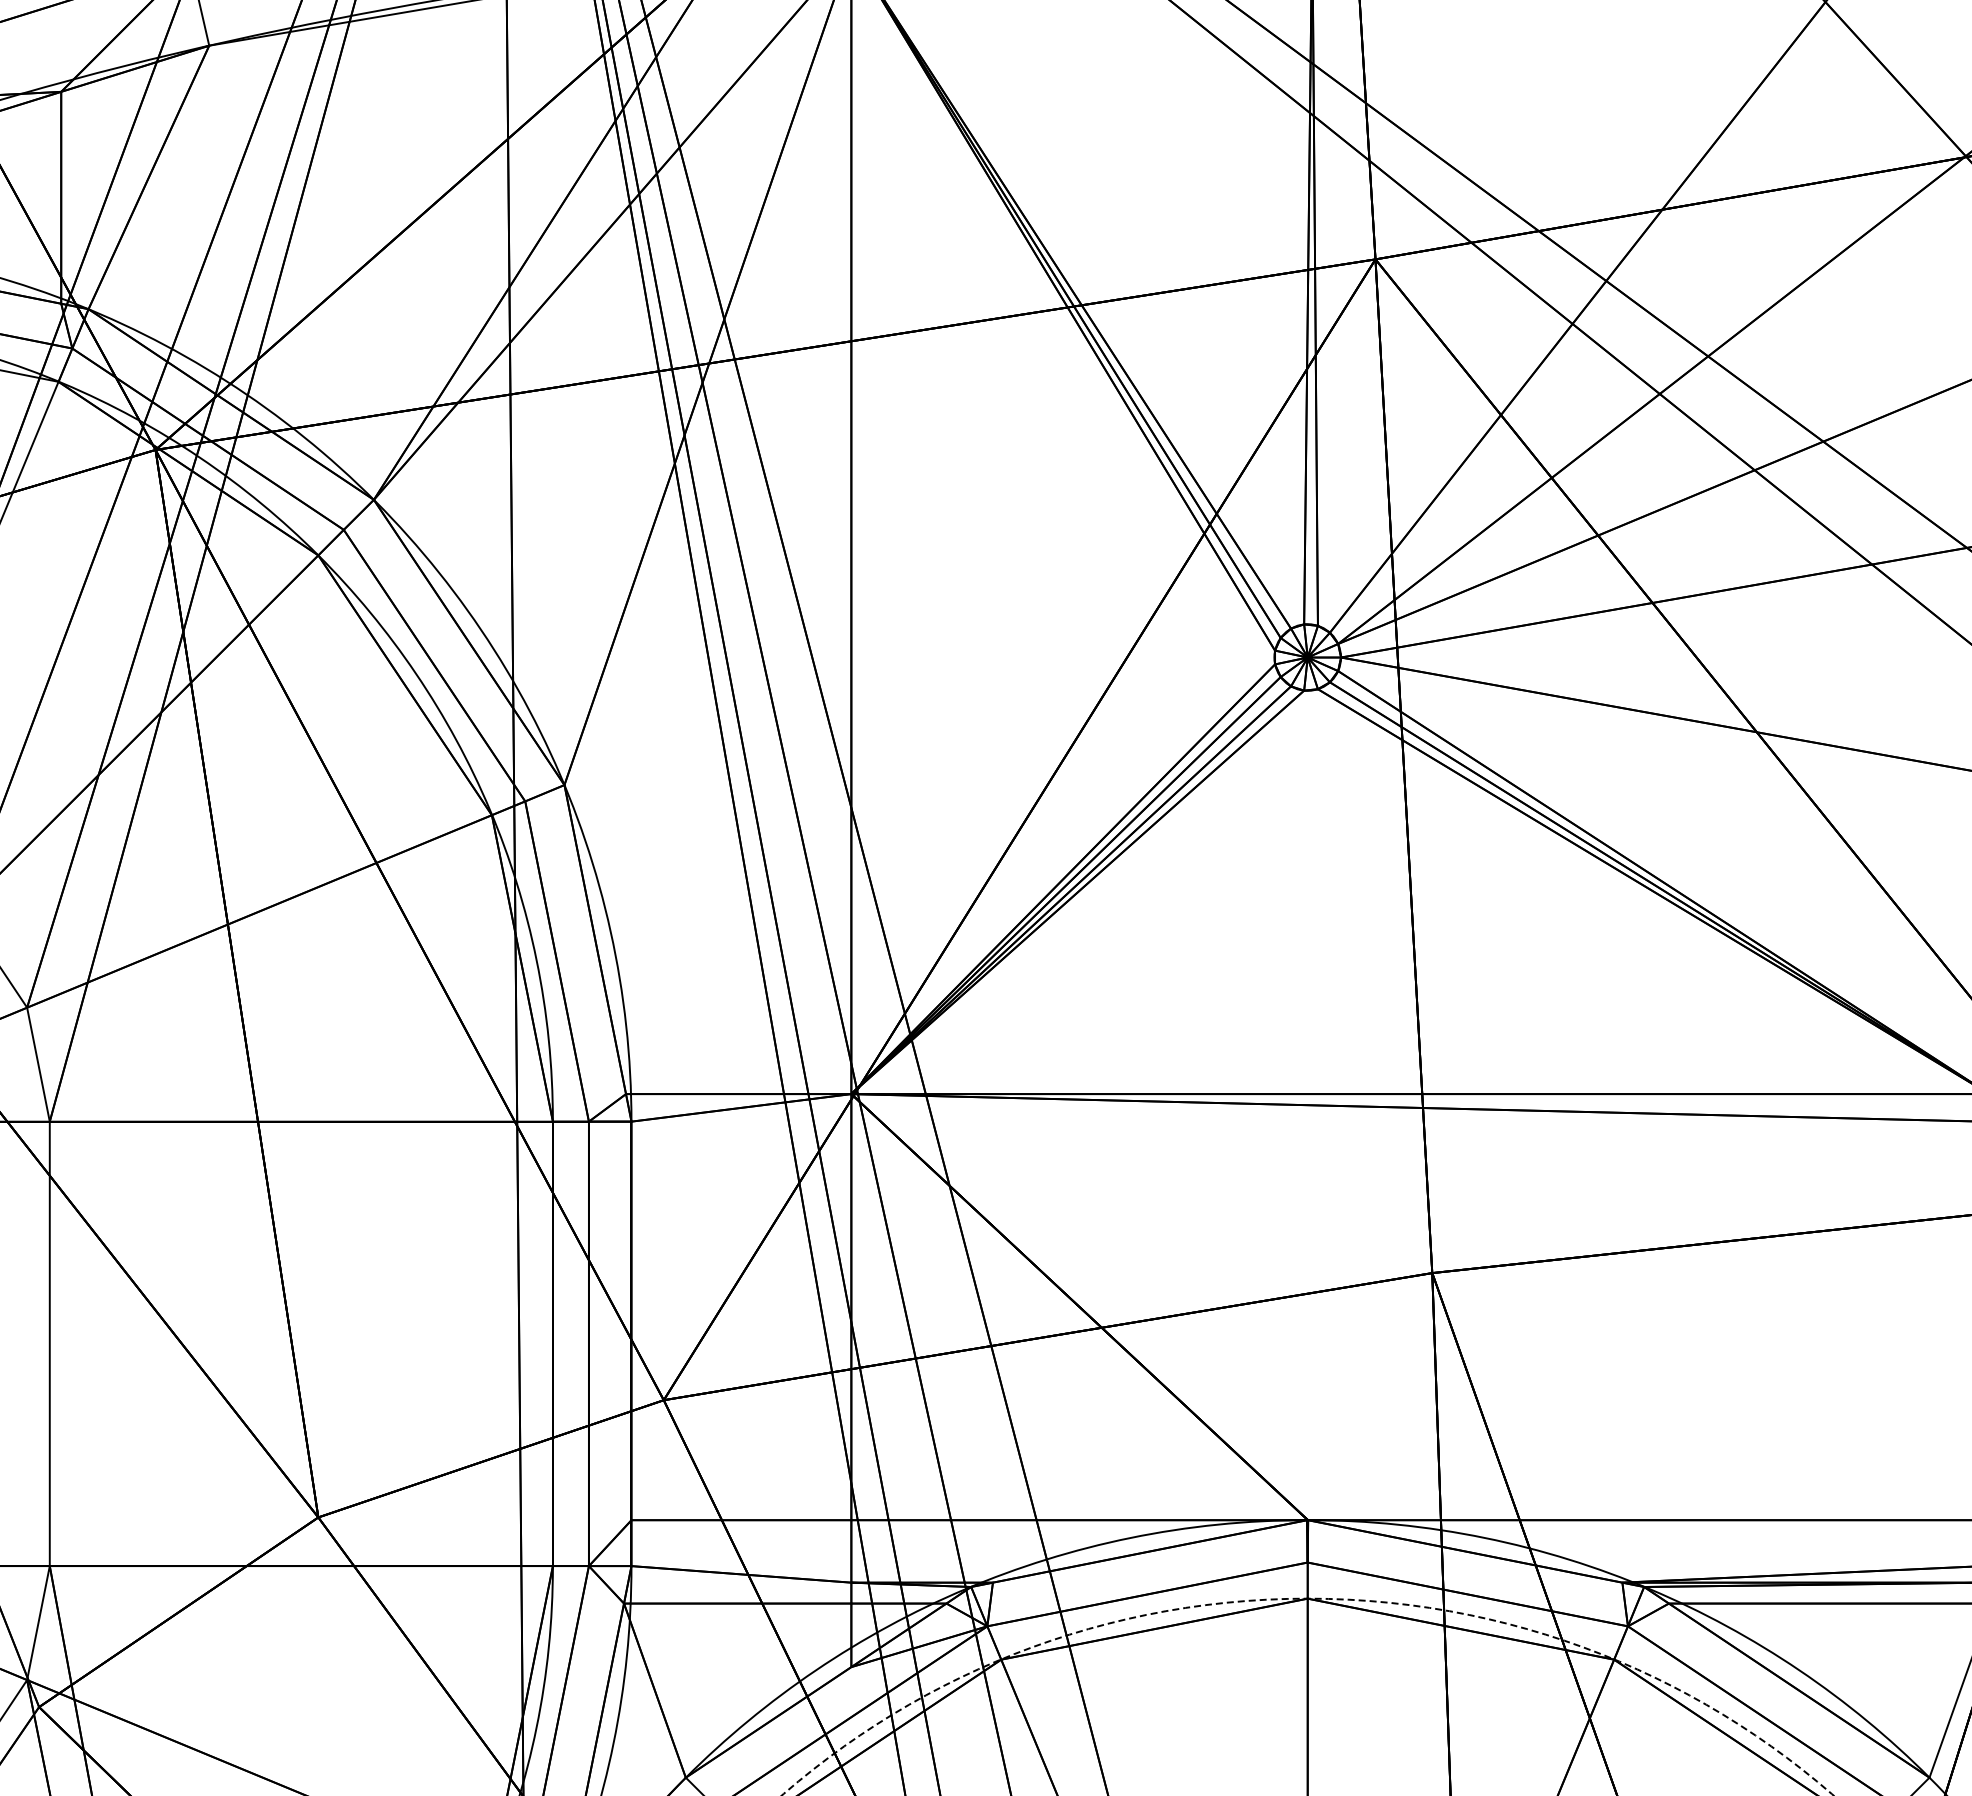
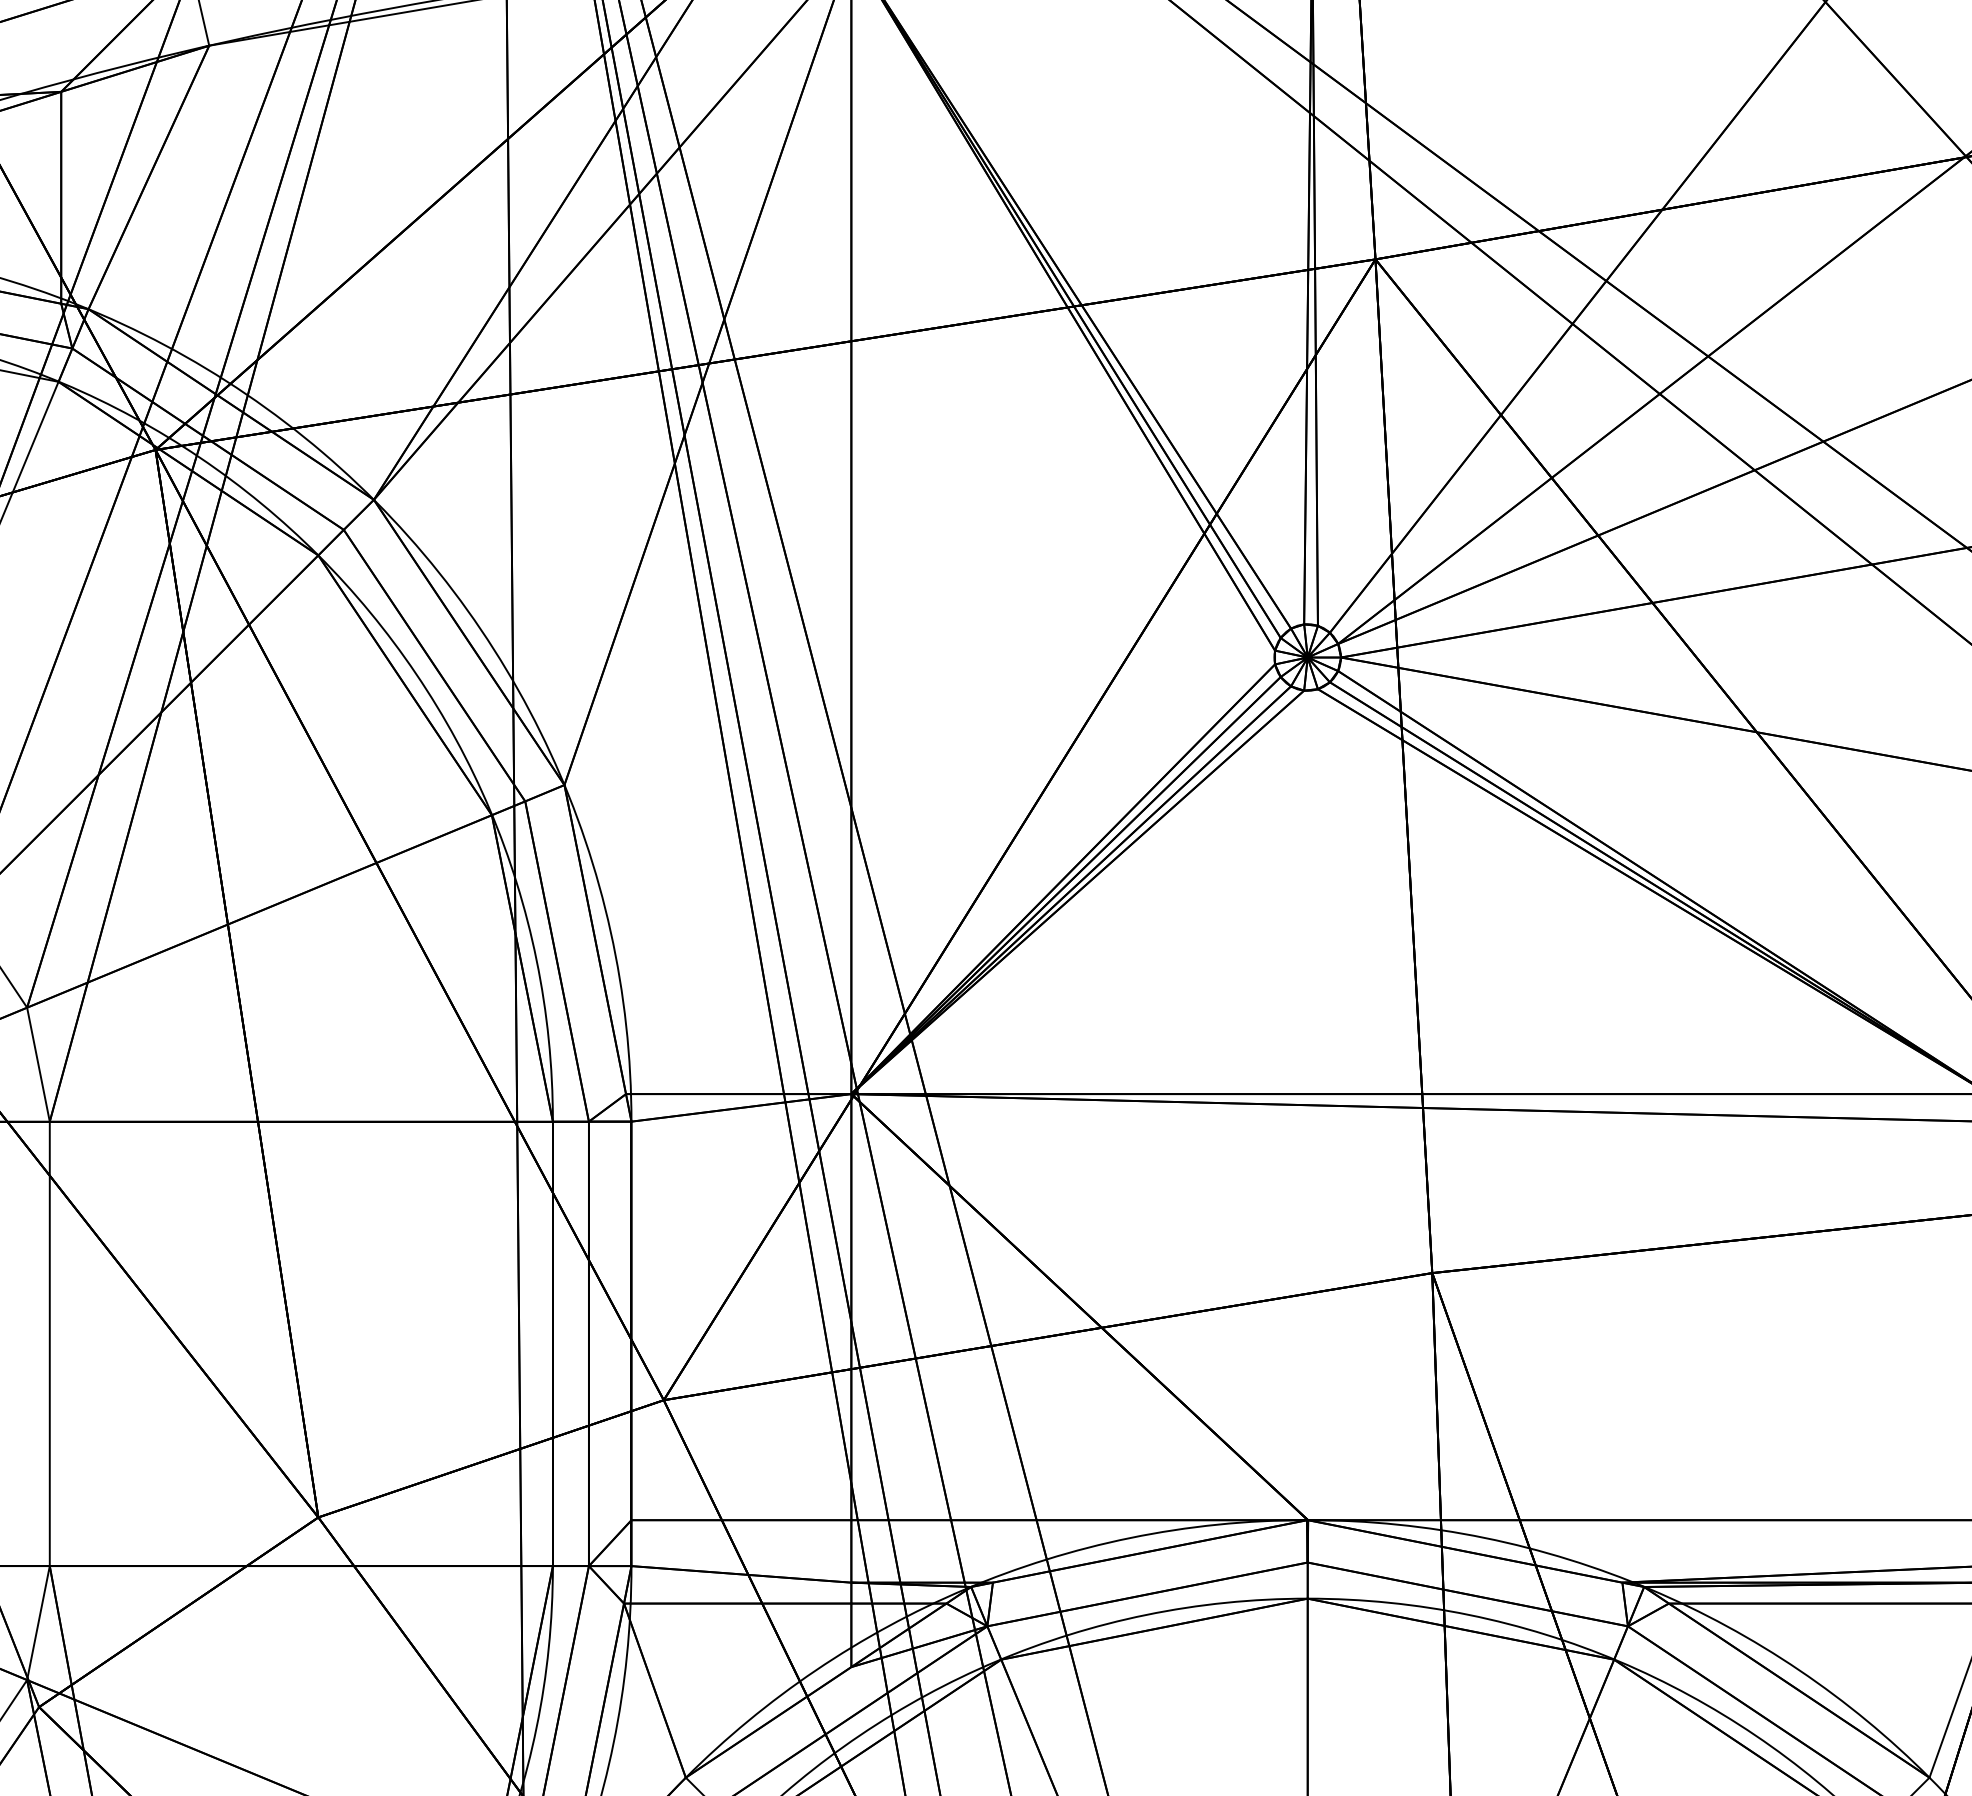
arc at (1307, 1598): dashed -> solid
